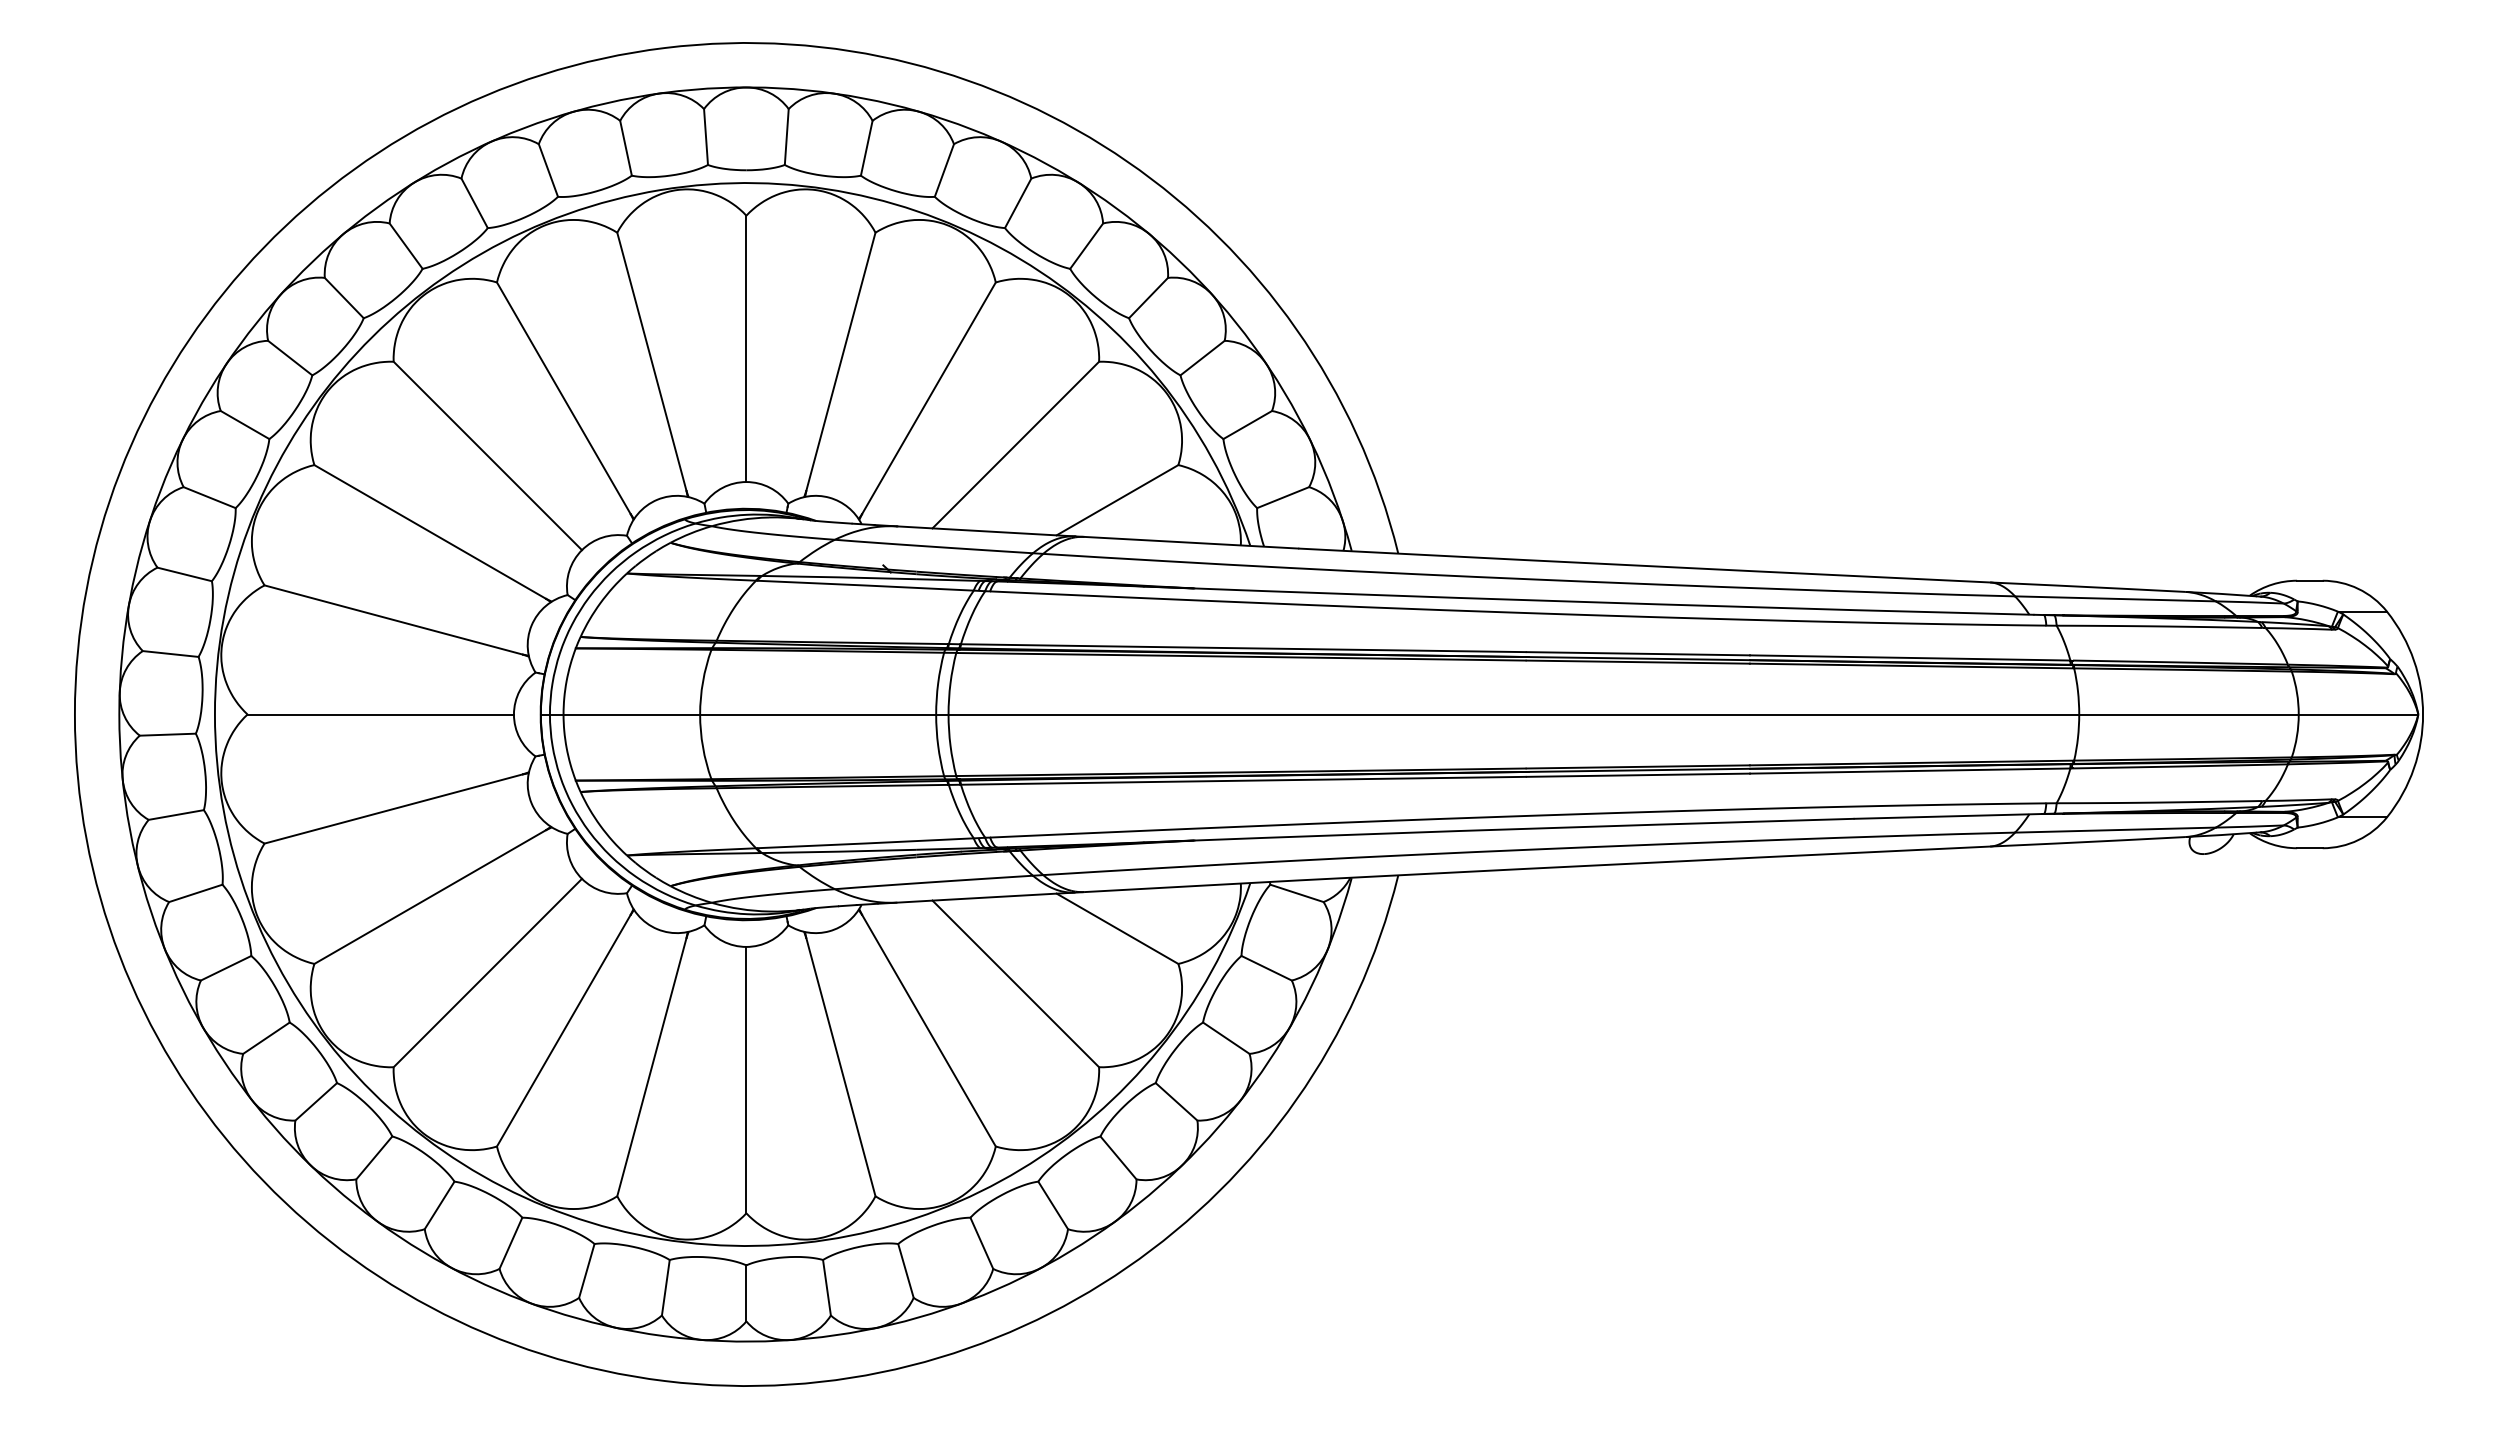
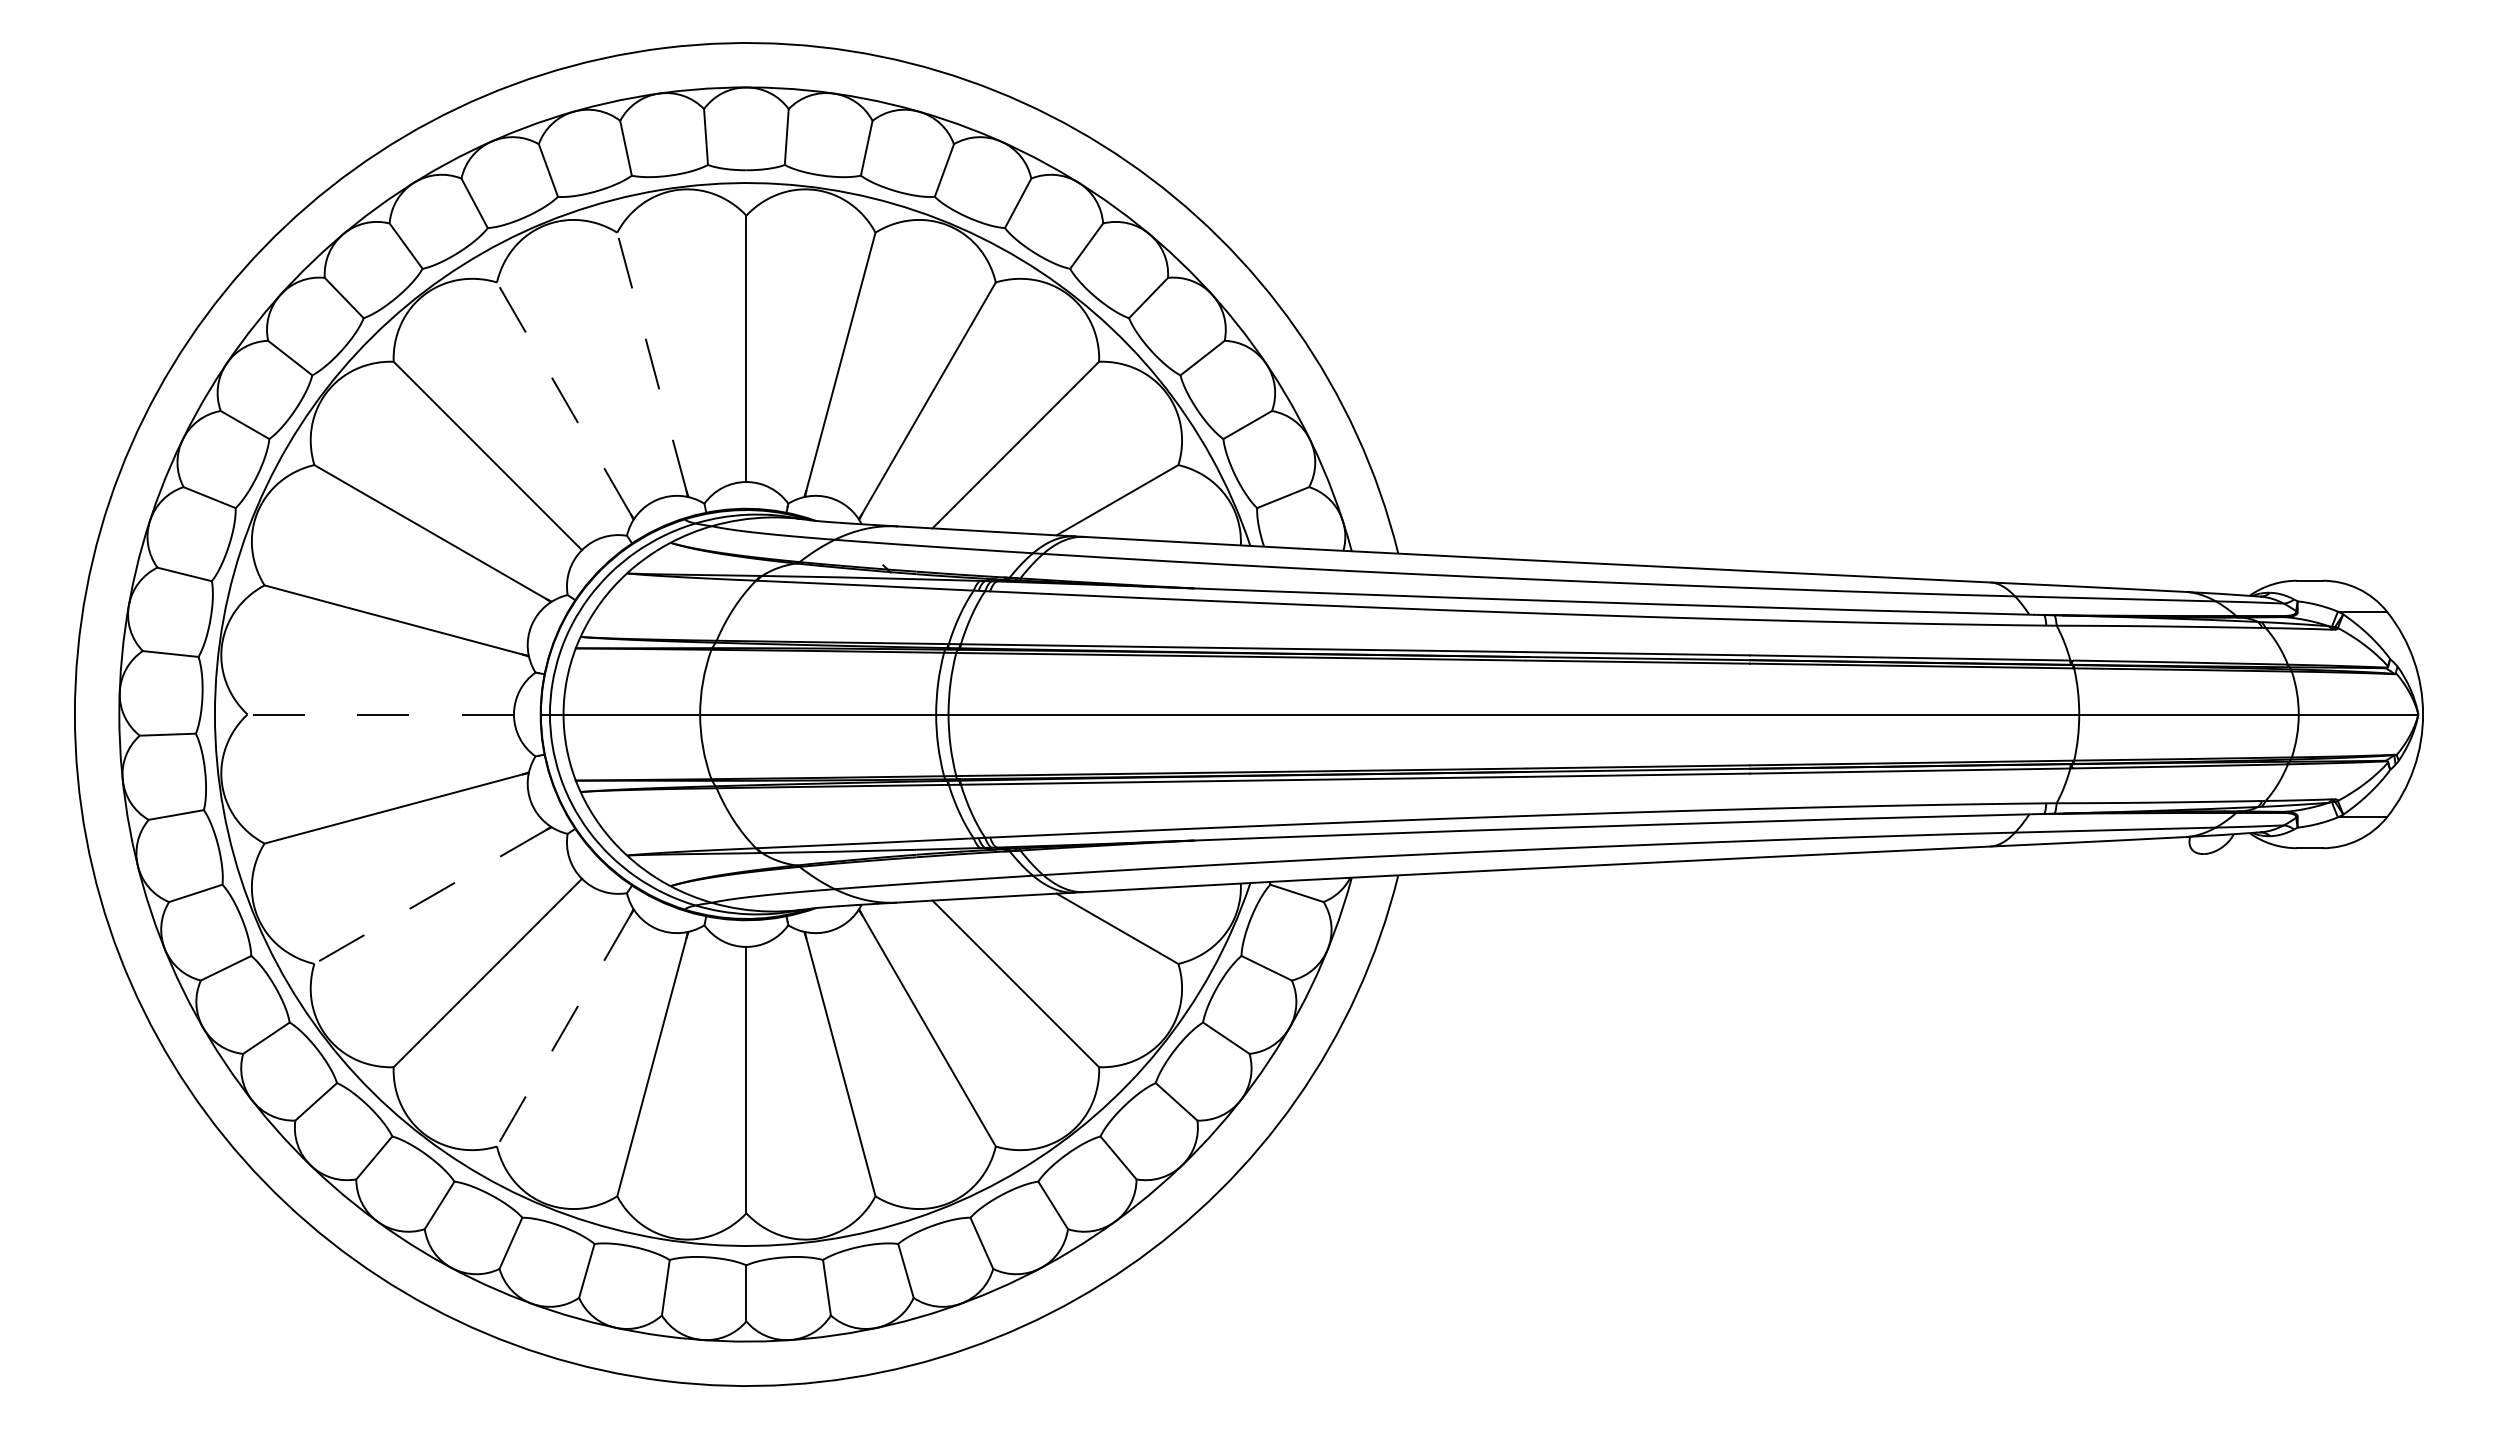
line at (651, 361): solid -> dashed
line at (563, 397): solid -> dashed
line at (380, 714): solid -> dashed
line at (429, 897): solid -> dashed
line at (563, 1031): solid -> dashed
